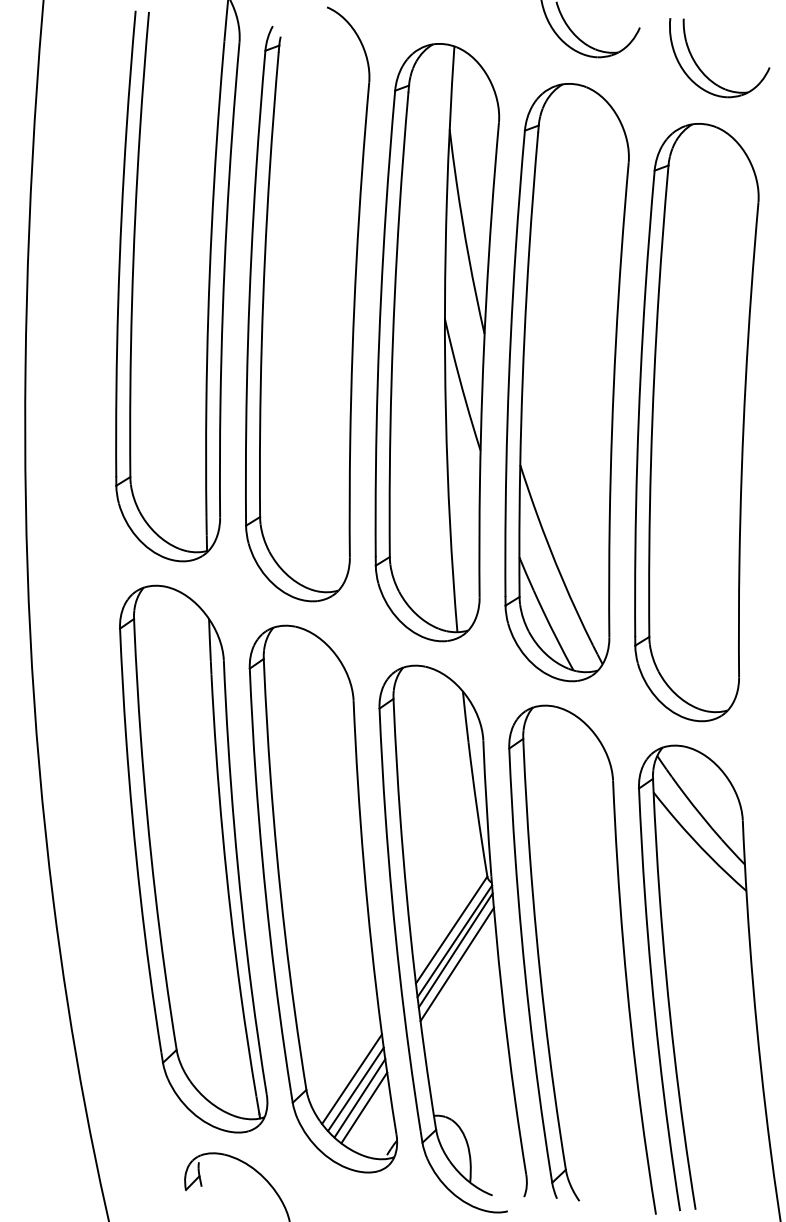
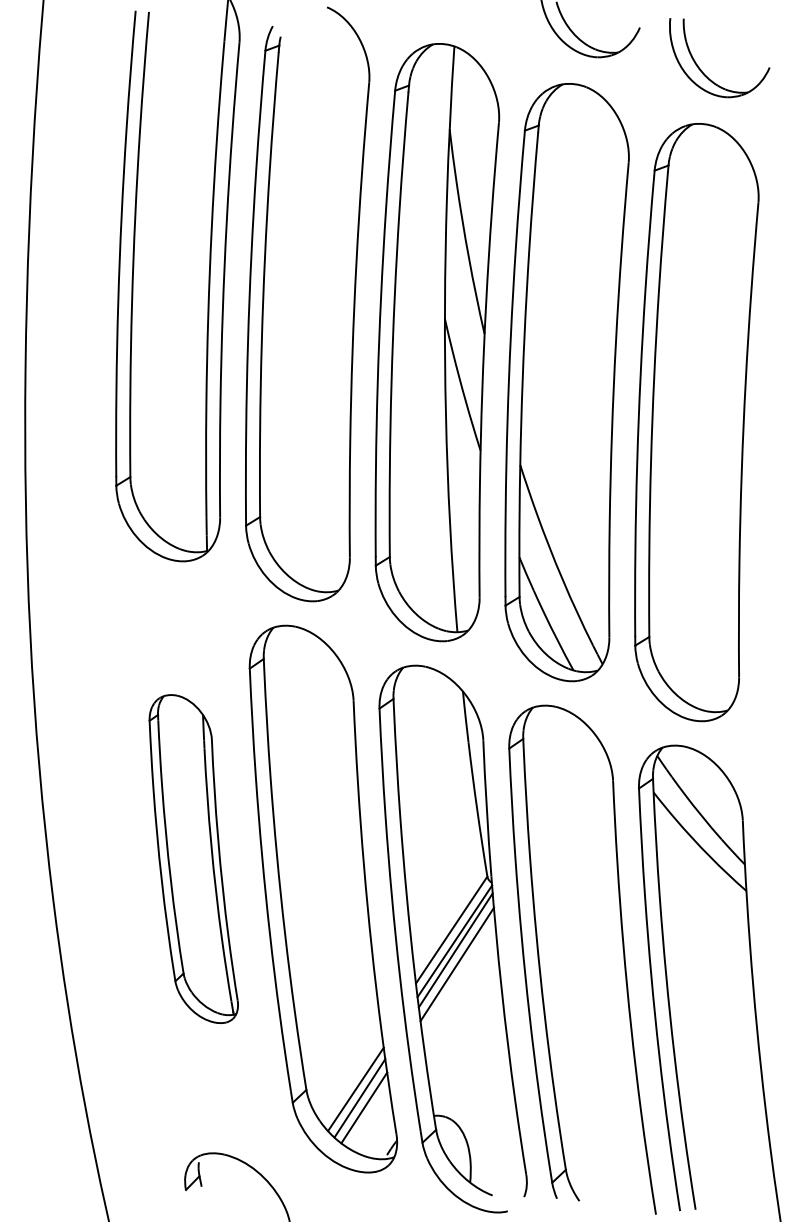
part at (193, 858) size: 150x550 px -> 91x330 px
line at (352, 1078): present -> none
